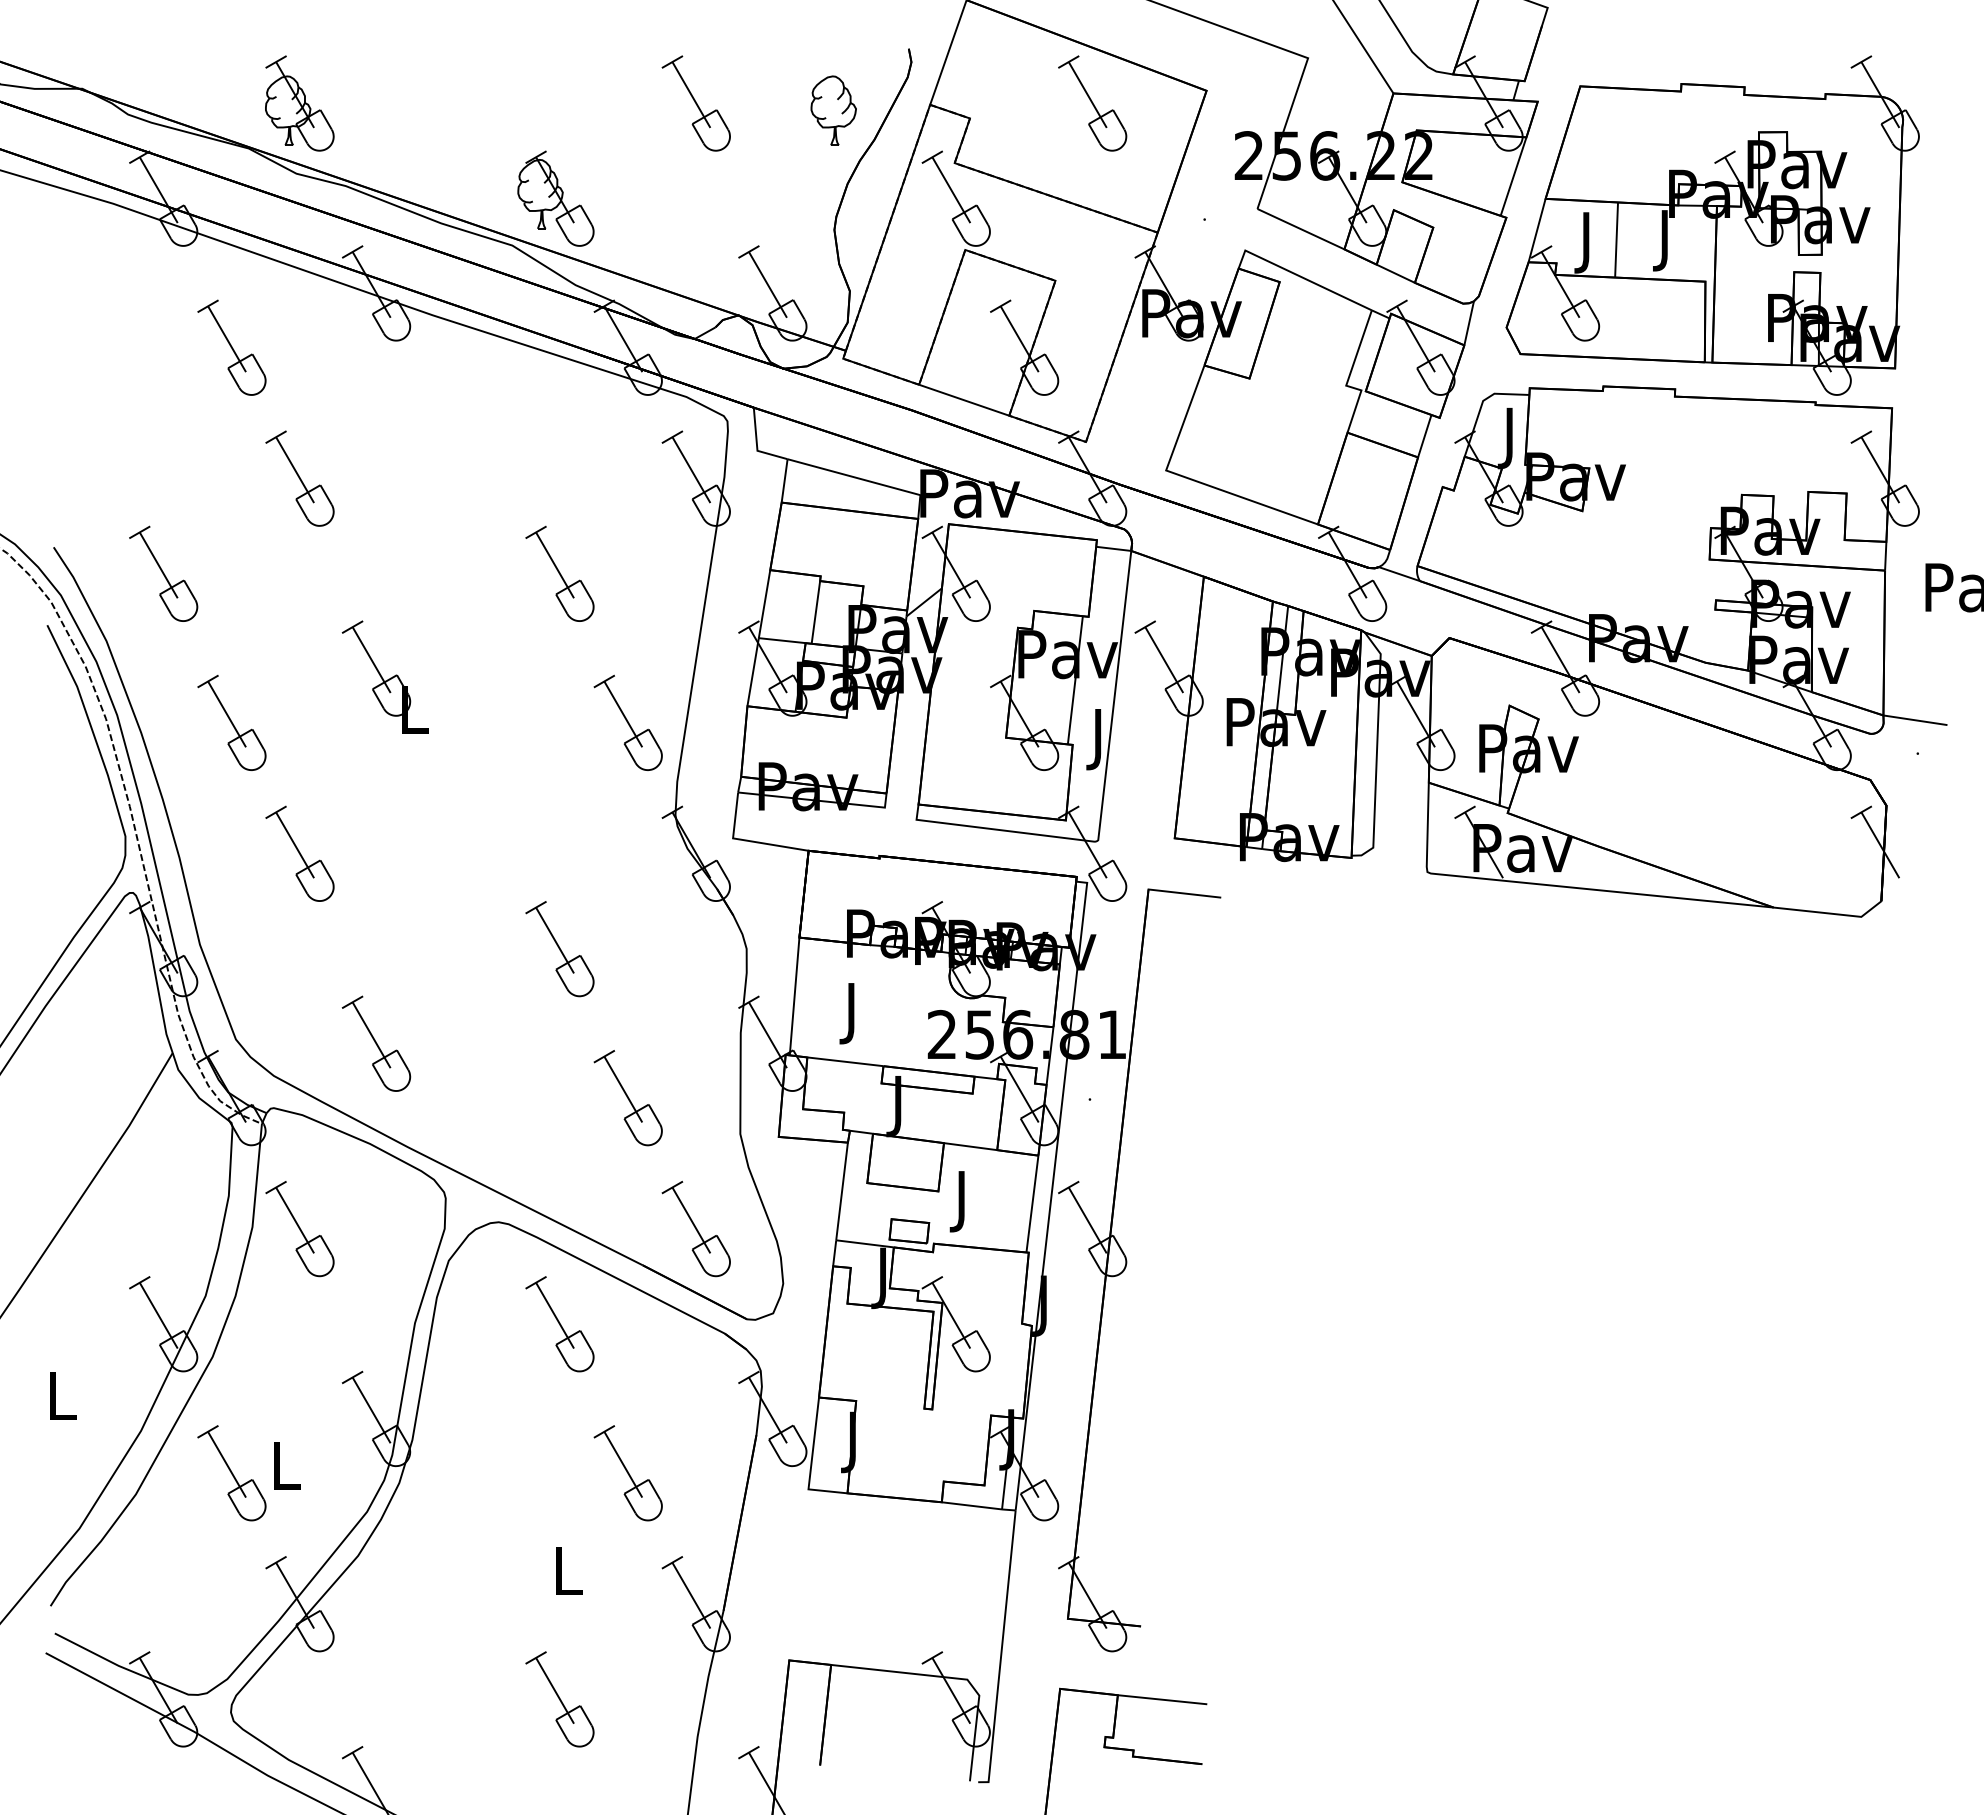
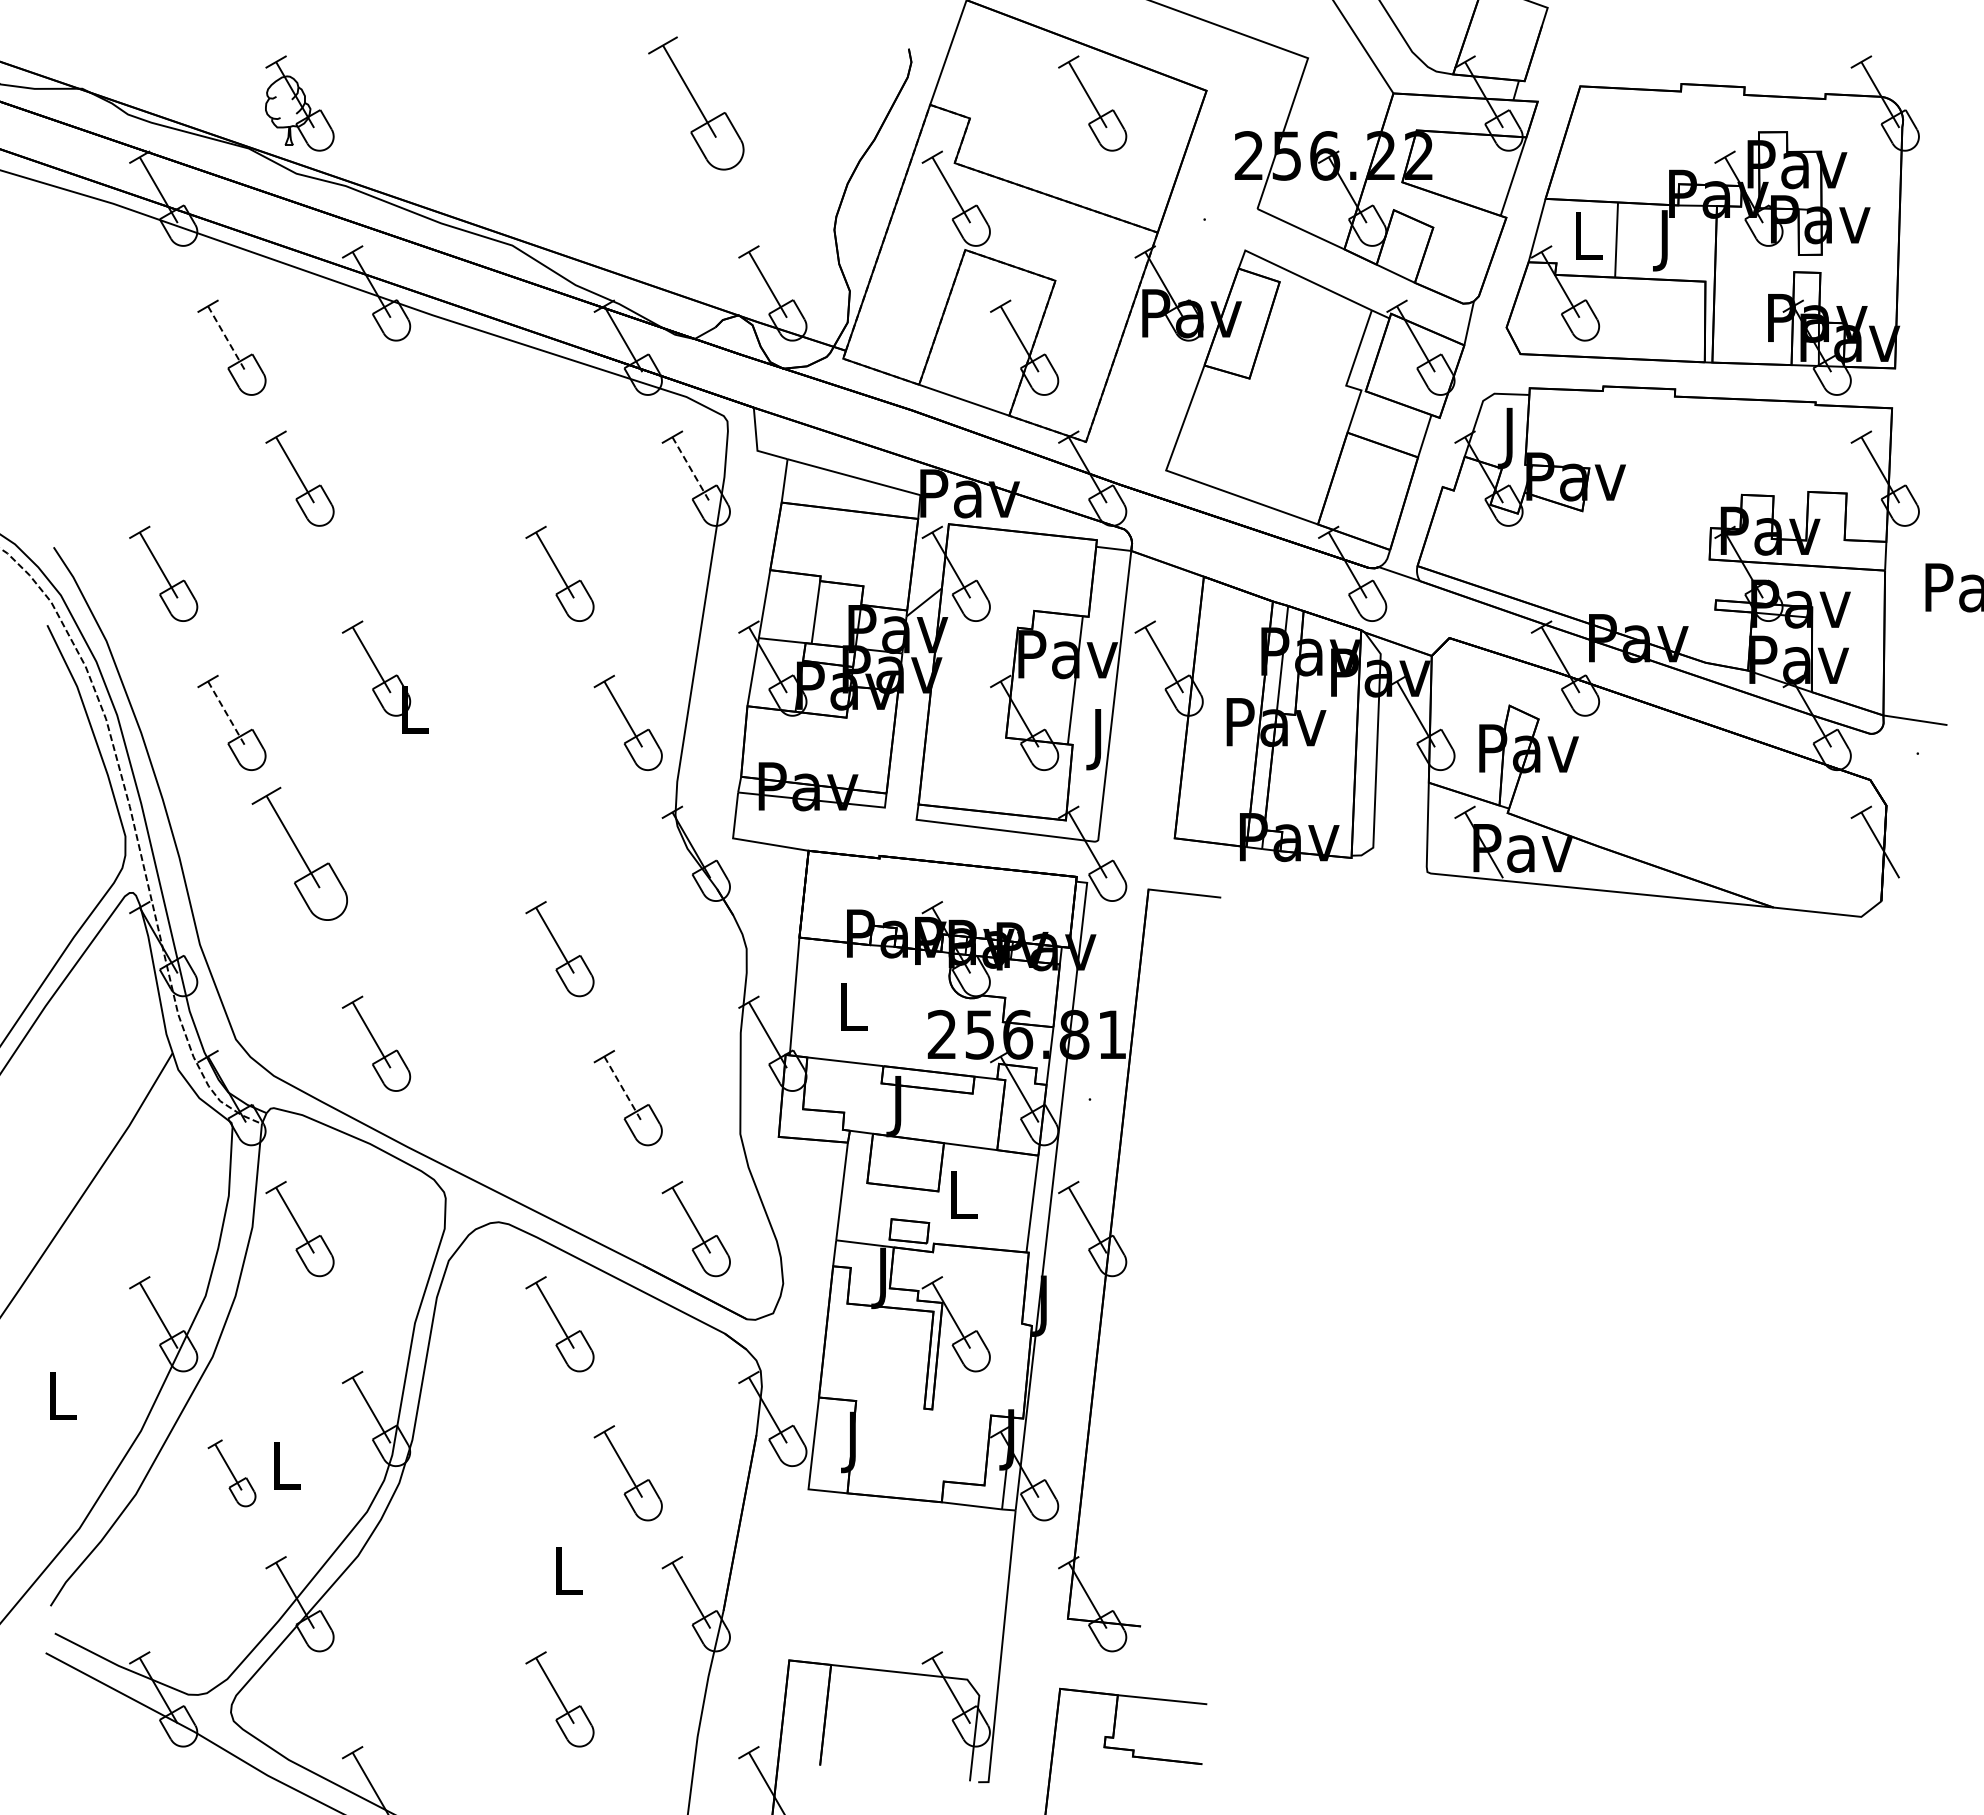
part at (695, 103) size: 70x97 px -> 97x135 px
part at (833, 110): present -> none
part at (555, 198): present -> none
text at (1588, 242): J -> L
line at (227, 339): solid -> dashed
line at (691, 470): solid -> dashed
line at (227, 714): solid -> dashed
part at (299, 853) size: 70x97 px -> 97x135 px
text at (853, 1013): J -> L
line at (623, 1089): solid -> dashed
text at (963, 1201): J -> L
part at (231, 1473) size: 70x97 px -> 50x69 px
